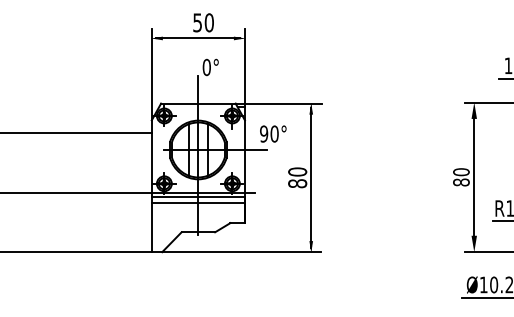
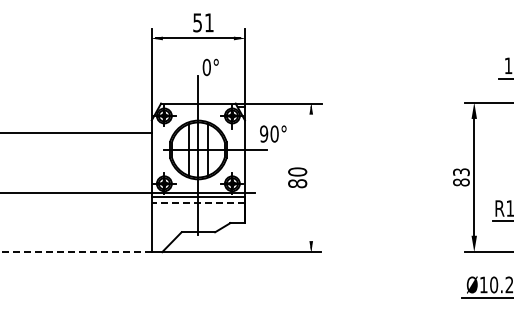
text at (208, 22): 50 -> 51
text at (461, 172): 80 -> 83
line at (311, 177): present -> none
line at (198, 202): solid -> dashed
line at (75, 252): solid -> dashed
